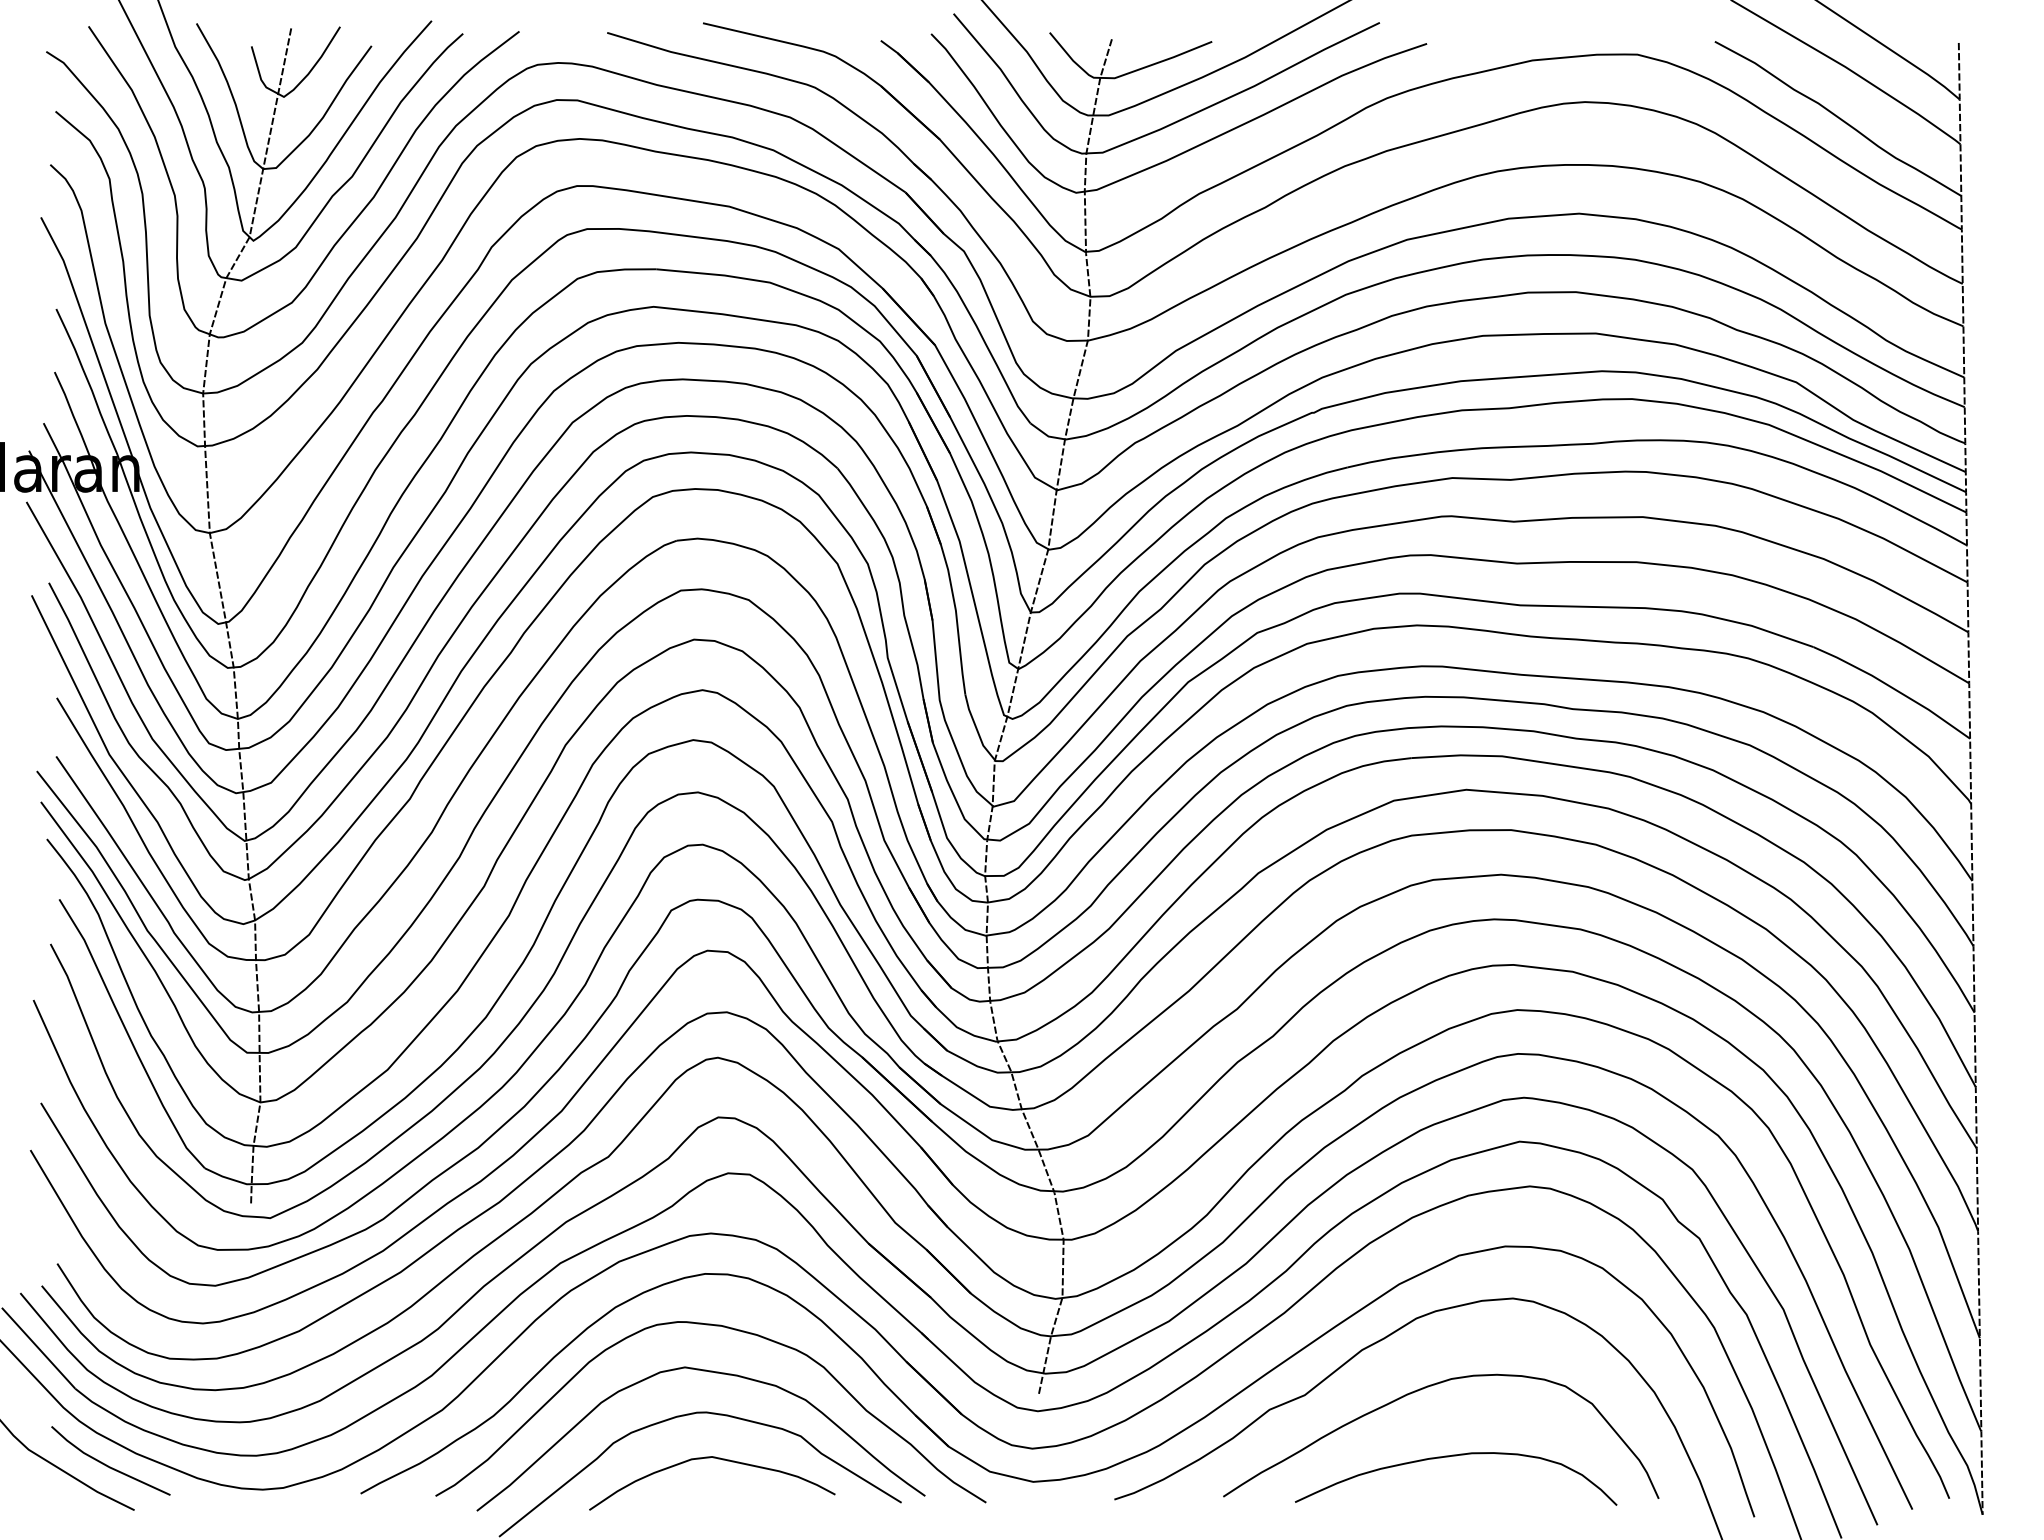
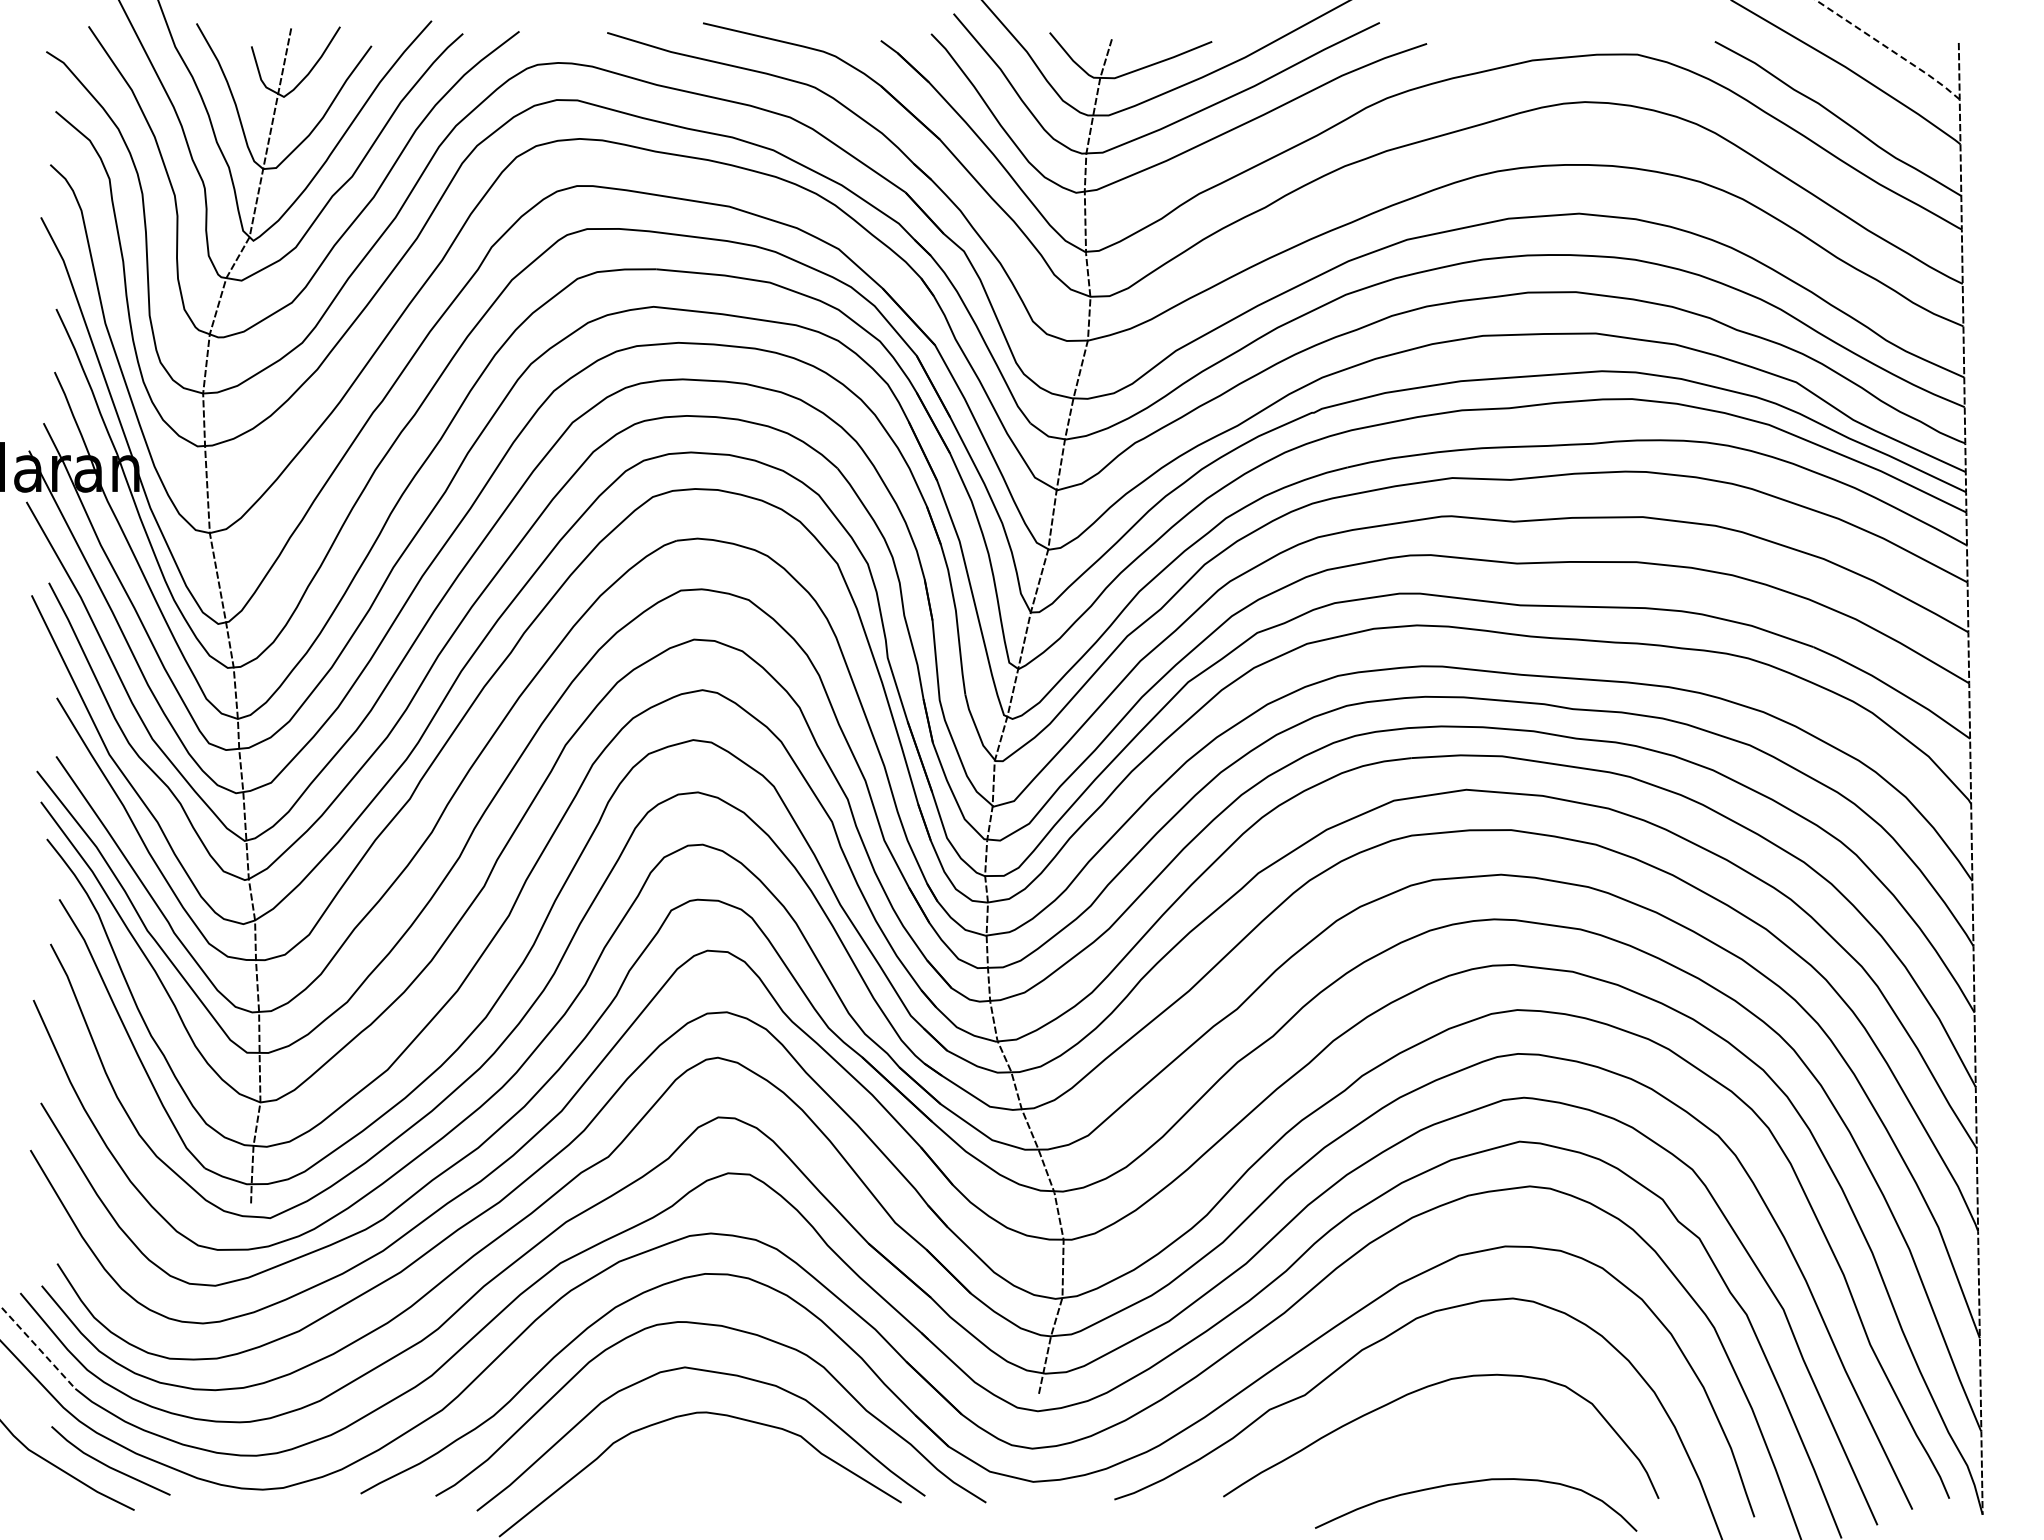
line at (1889, 49): solid -> dashed
line at (38, 1348): solid -> dashed
curve at (1456, 1456) position: (1456, 1456) -> (1476, 1482)
curve at (718, 1459): present -> none
